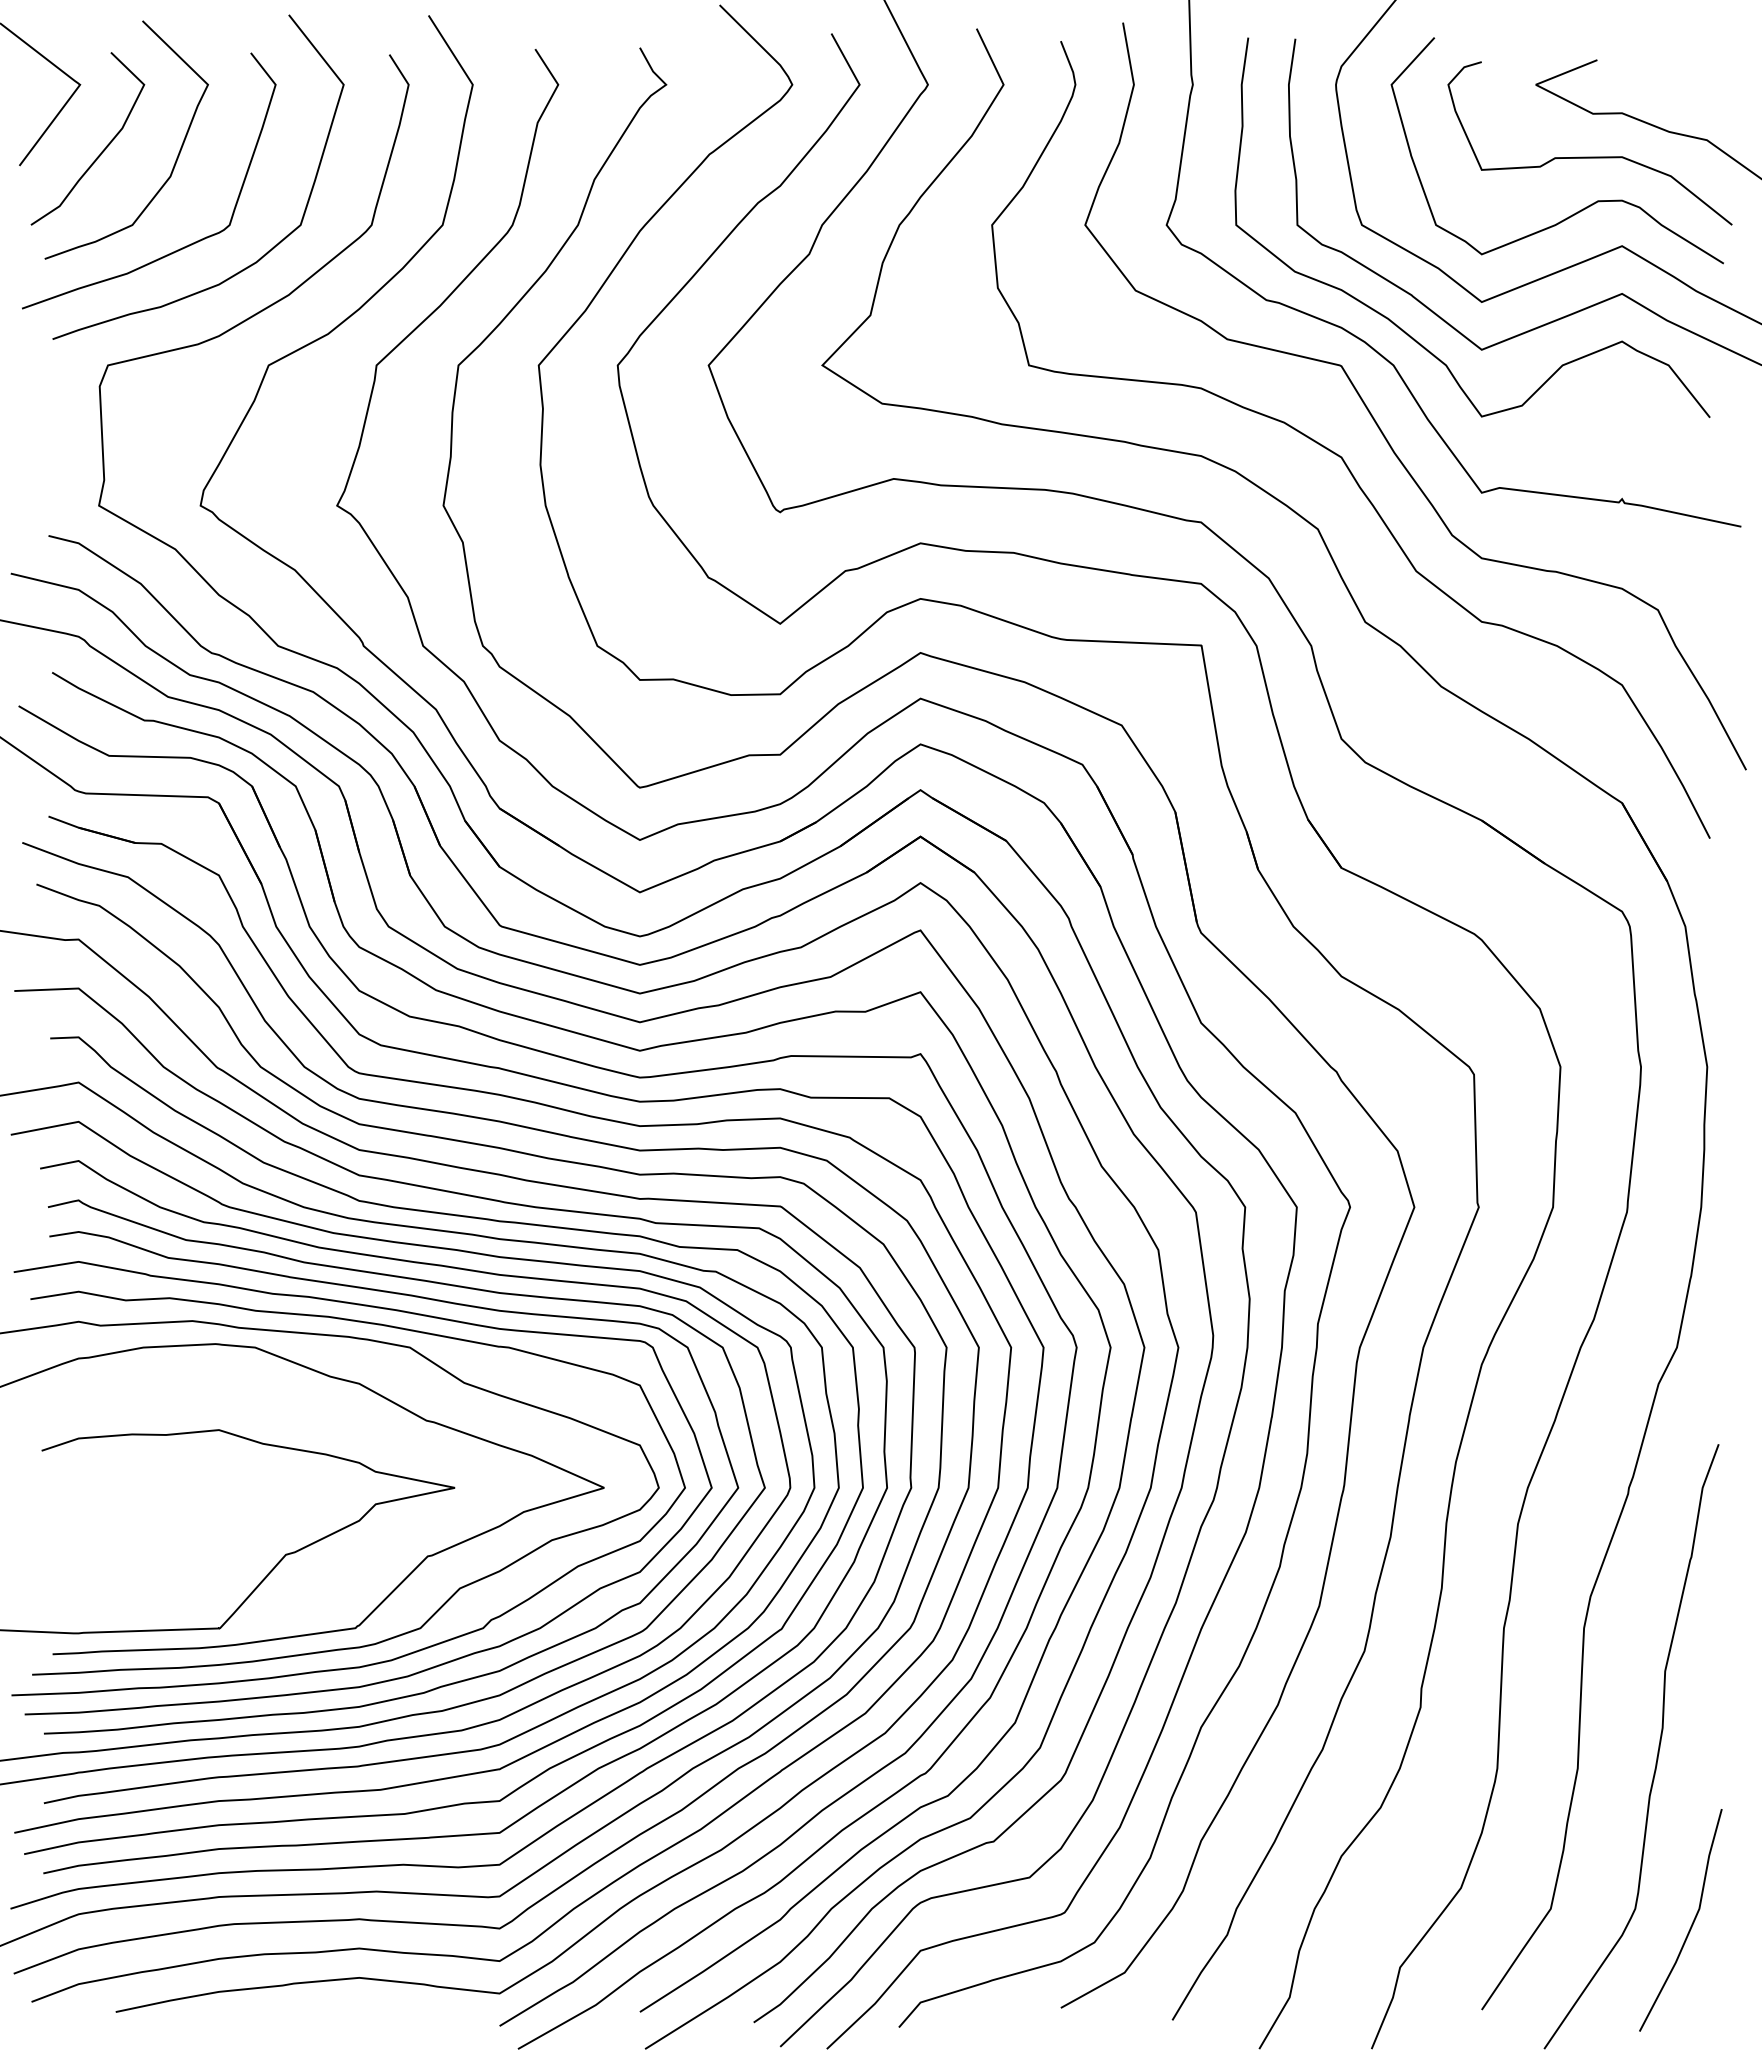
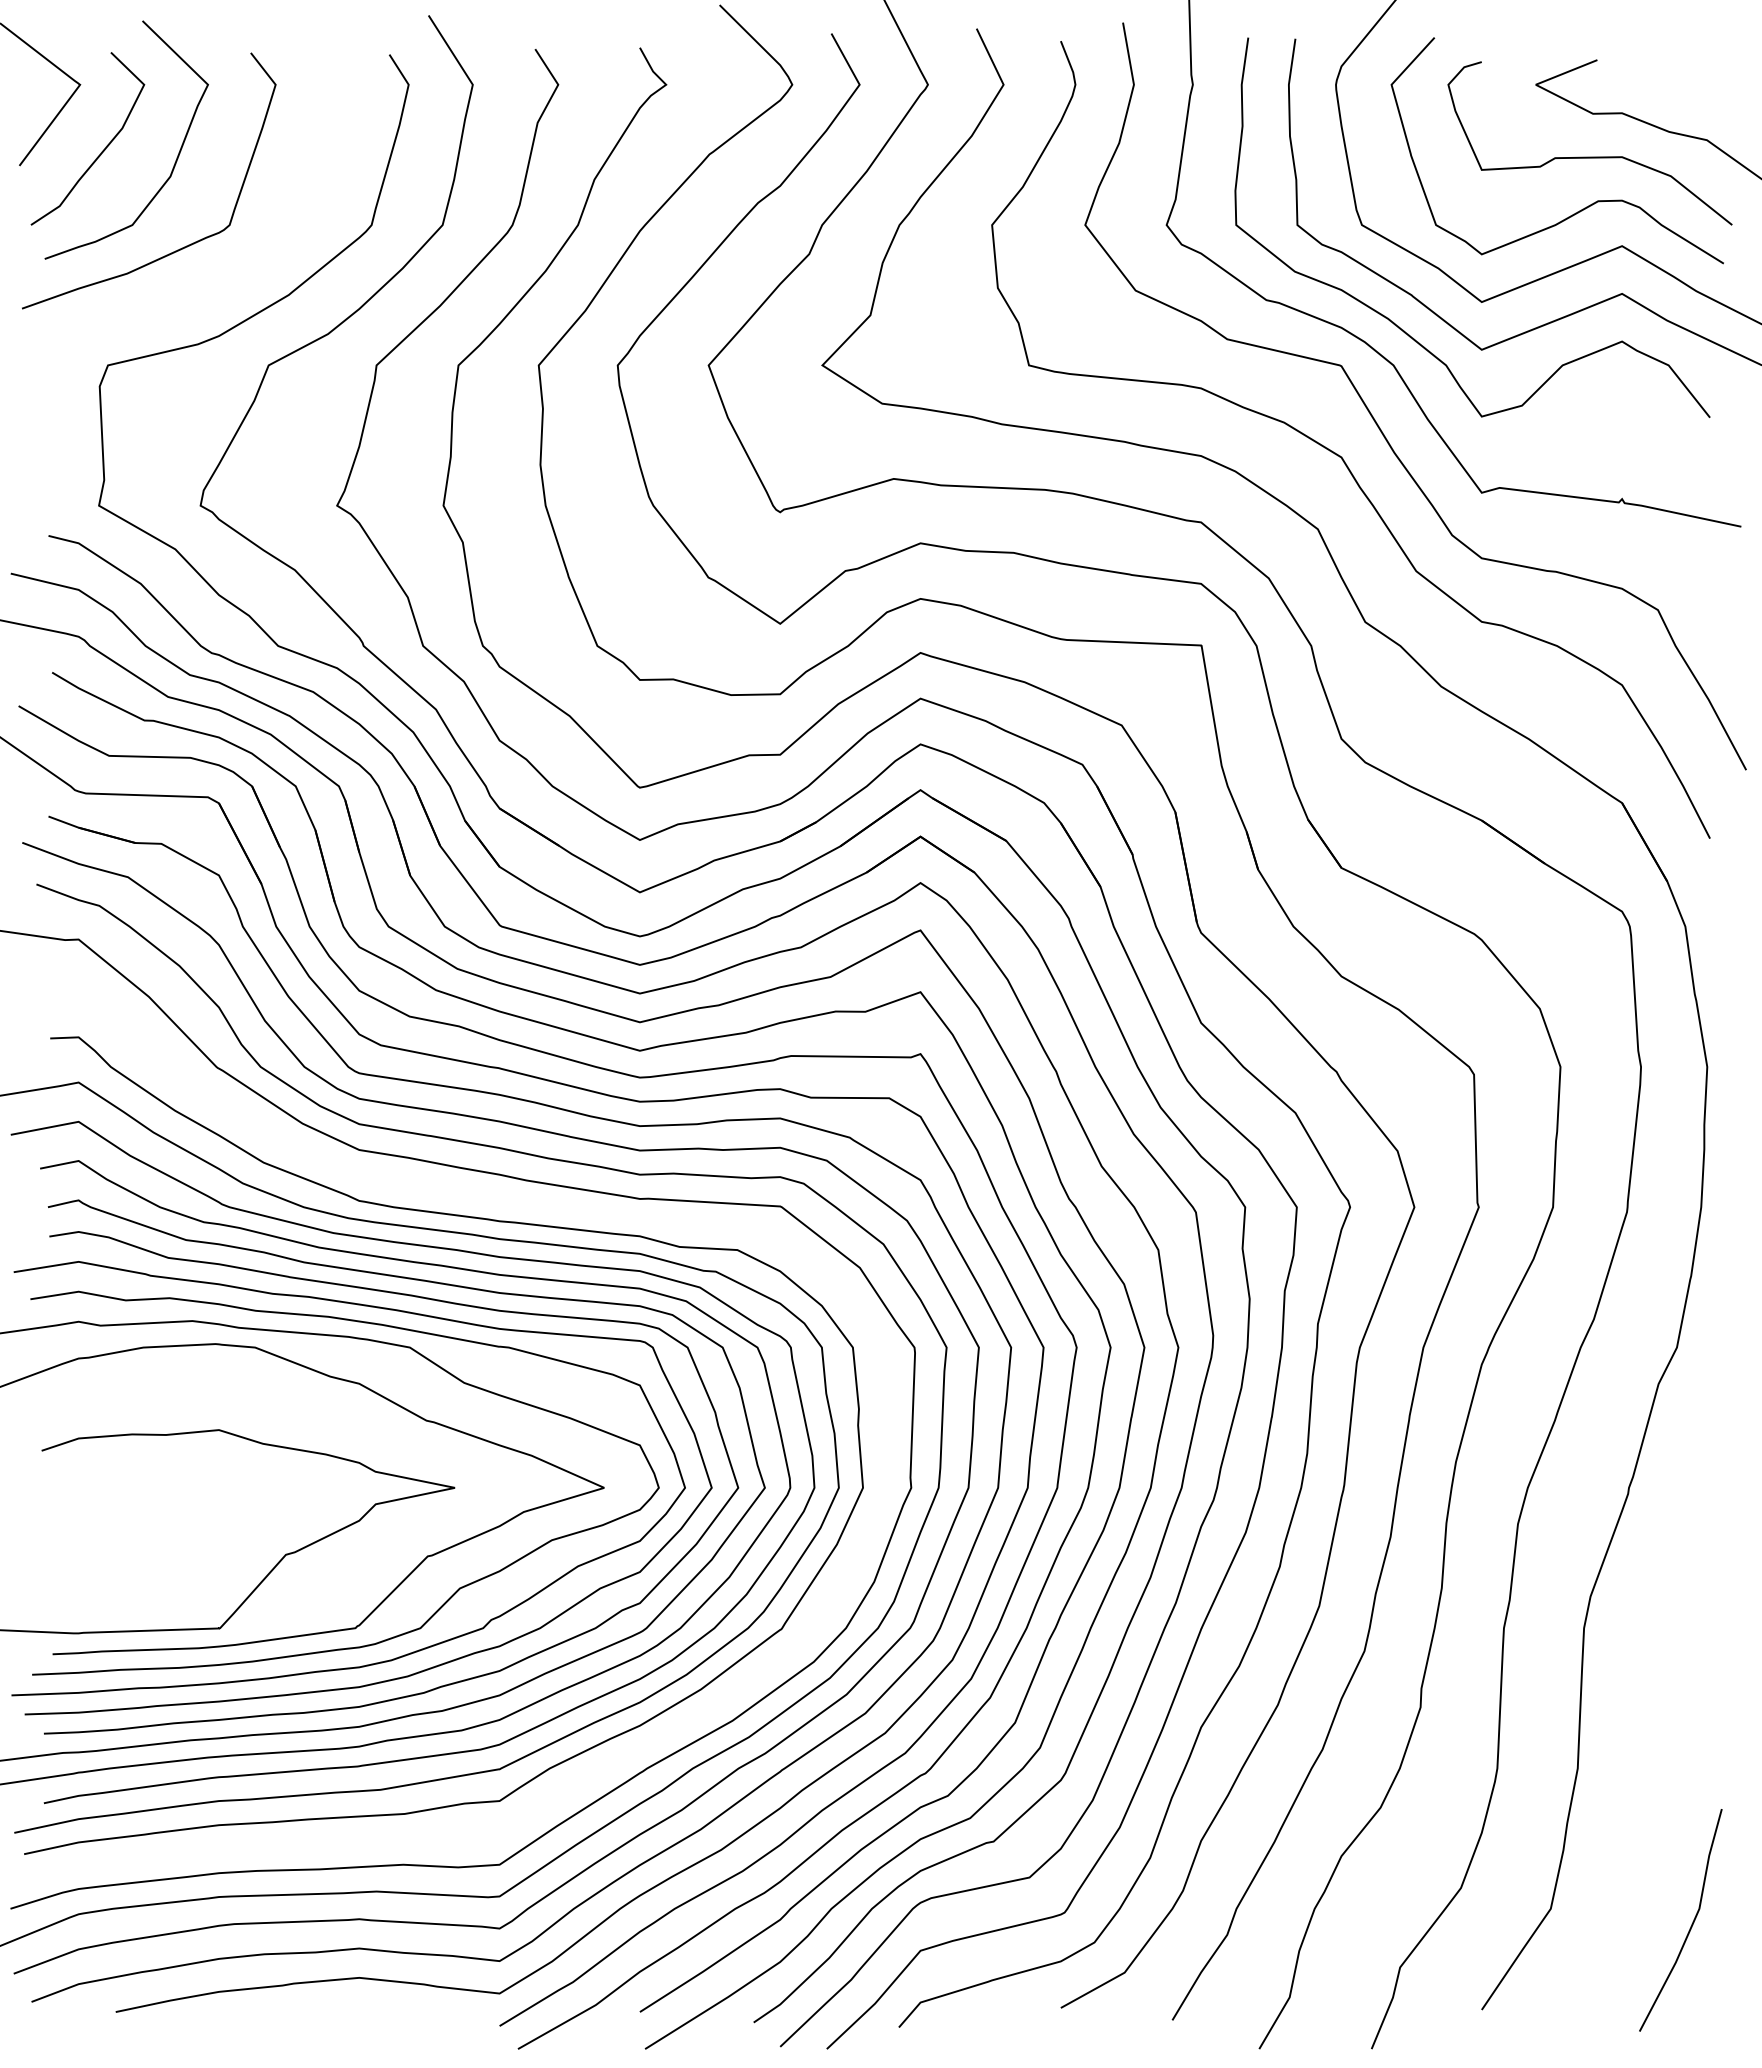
curve at (262, 255): present -> none
curve at (494, 1201): present -> none
curve at (1657, 1750): present -> none
